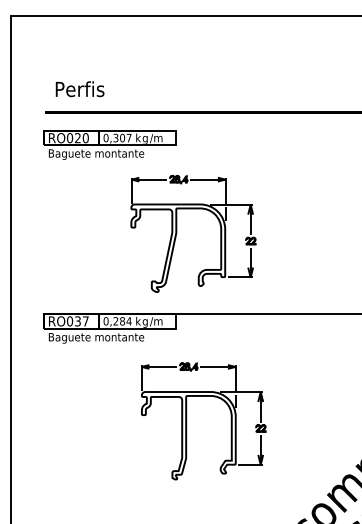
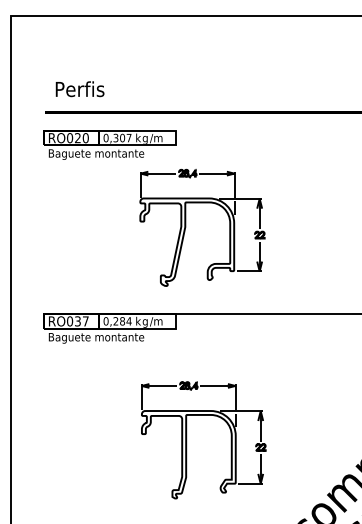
part at (177, 233) position: (177, 233) -> (186, 227)
part at (187, 421) position: (187, 421) -> (187, 440)
